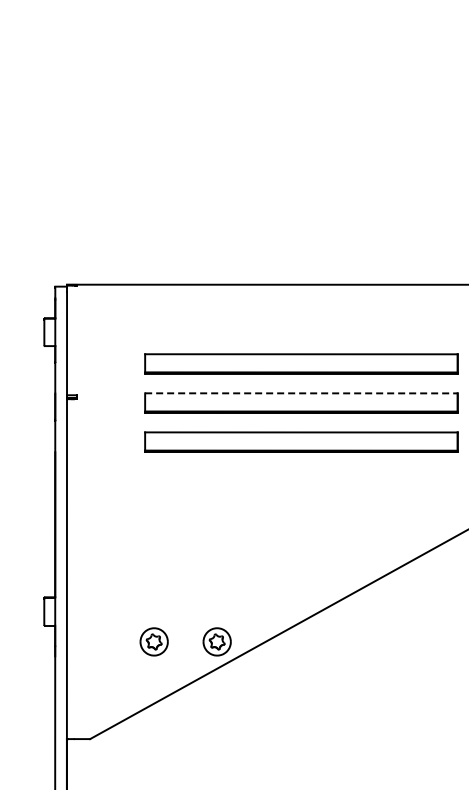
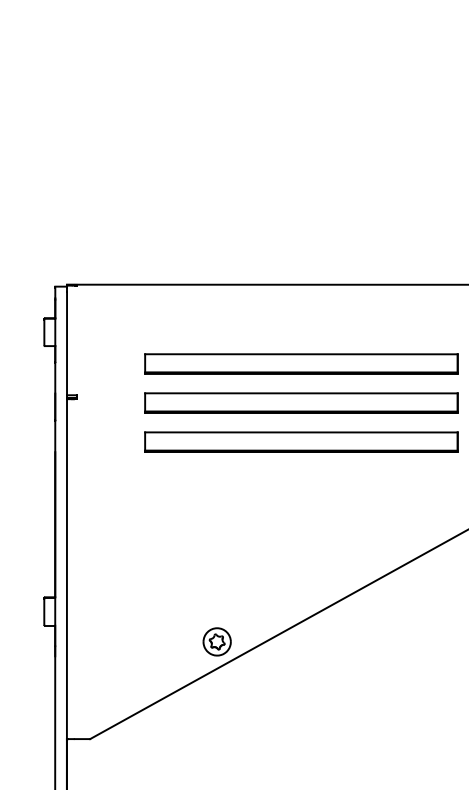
line at (301, 393): dashed -> solid
part at (153, 641): present -> none
